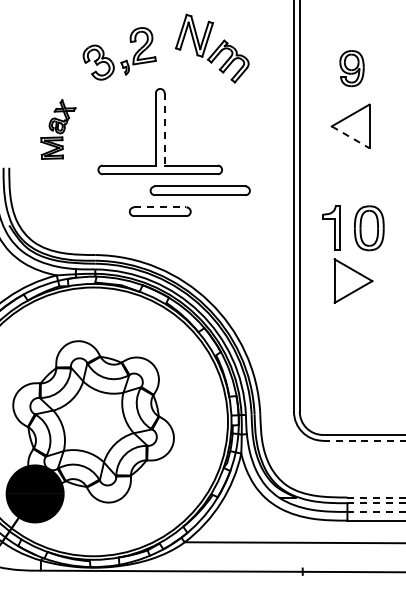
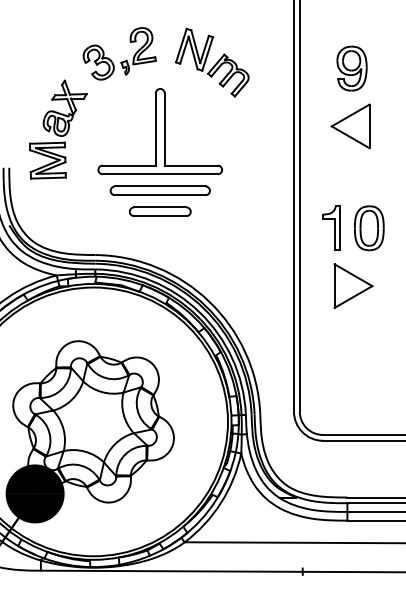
part at (212, 48) position: (212, 48) -> (212, 62)
part at (351, 68) size: 26x38 px -> 32x47 px
part at (58, 129) size: 37x61 px -> 59x101 px
line at (164, 129): dashed -> solid
line at (350, 137): dashed -> solid
part at (199, 190) position: (199, 190) -> (159, 190)
line at (160, 207): dashed -> solid
part at (353, 280) position: (353, 280) -> (353, 285)
line at (365, 440): dashed -> solid
line at (376, 497): dashed -> solid
line at (376, 503): dashed -> solid
line at (376, 511): dashed -> solid
